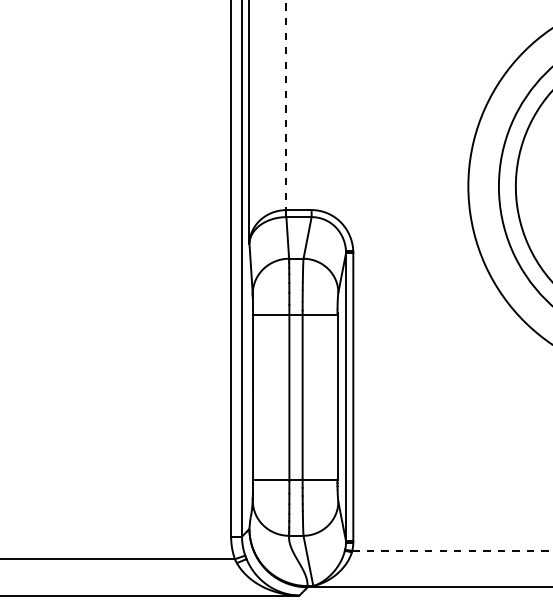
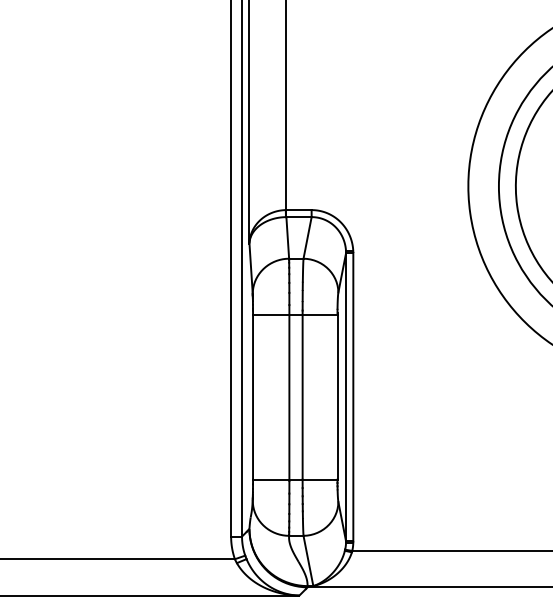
line at (285, 105): dashed -> solid
line at (452, 550): dashed -> solid
